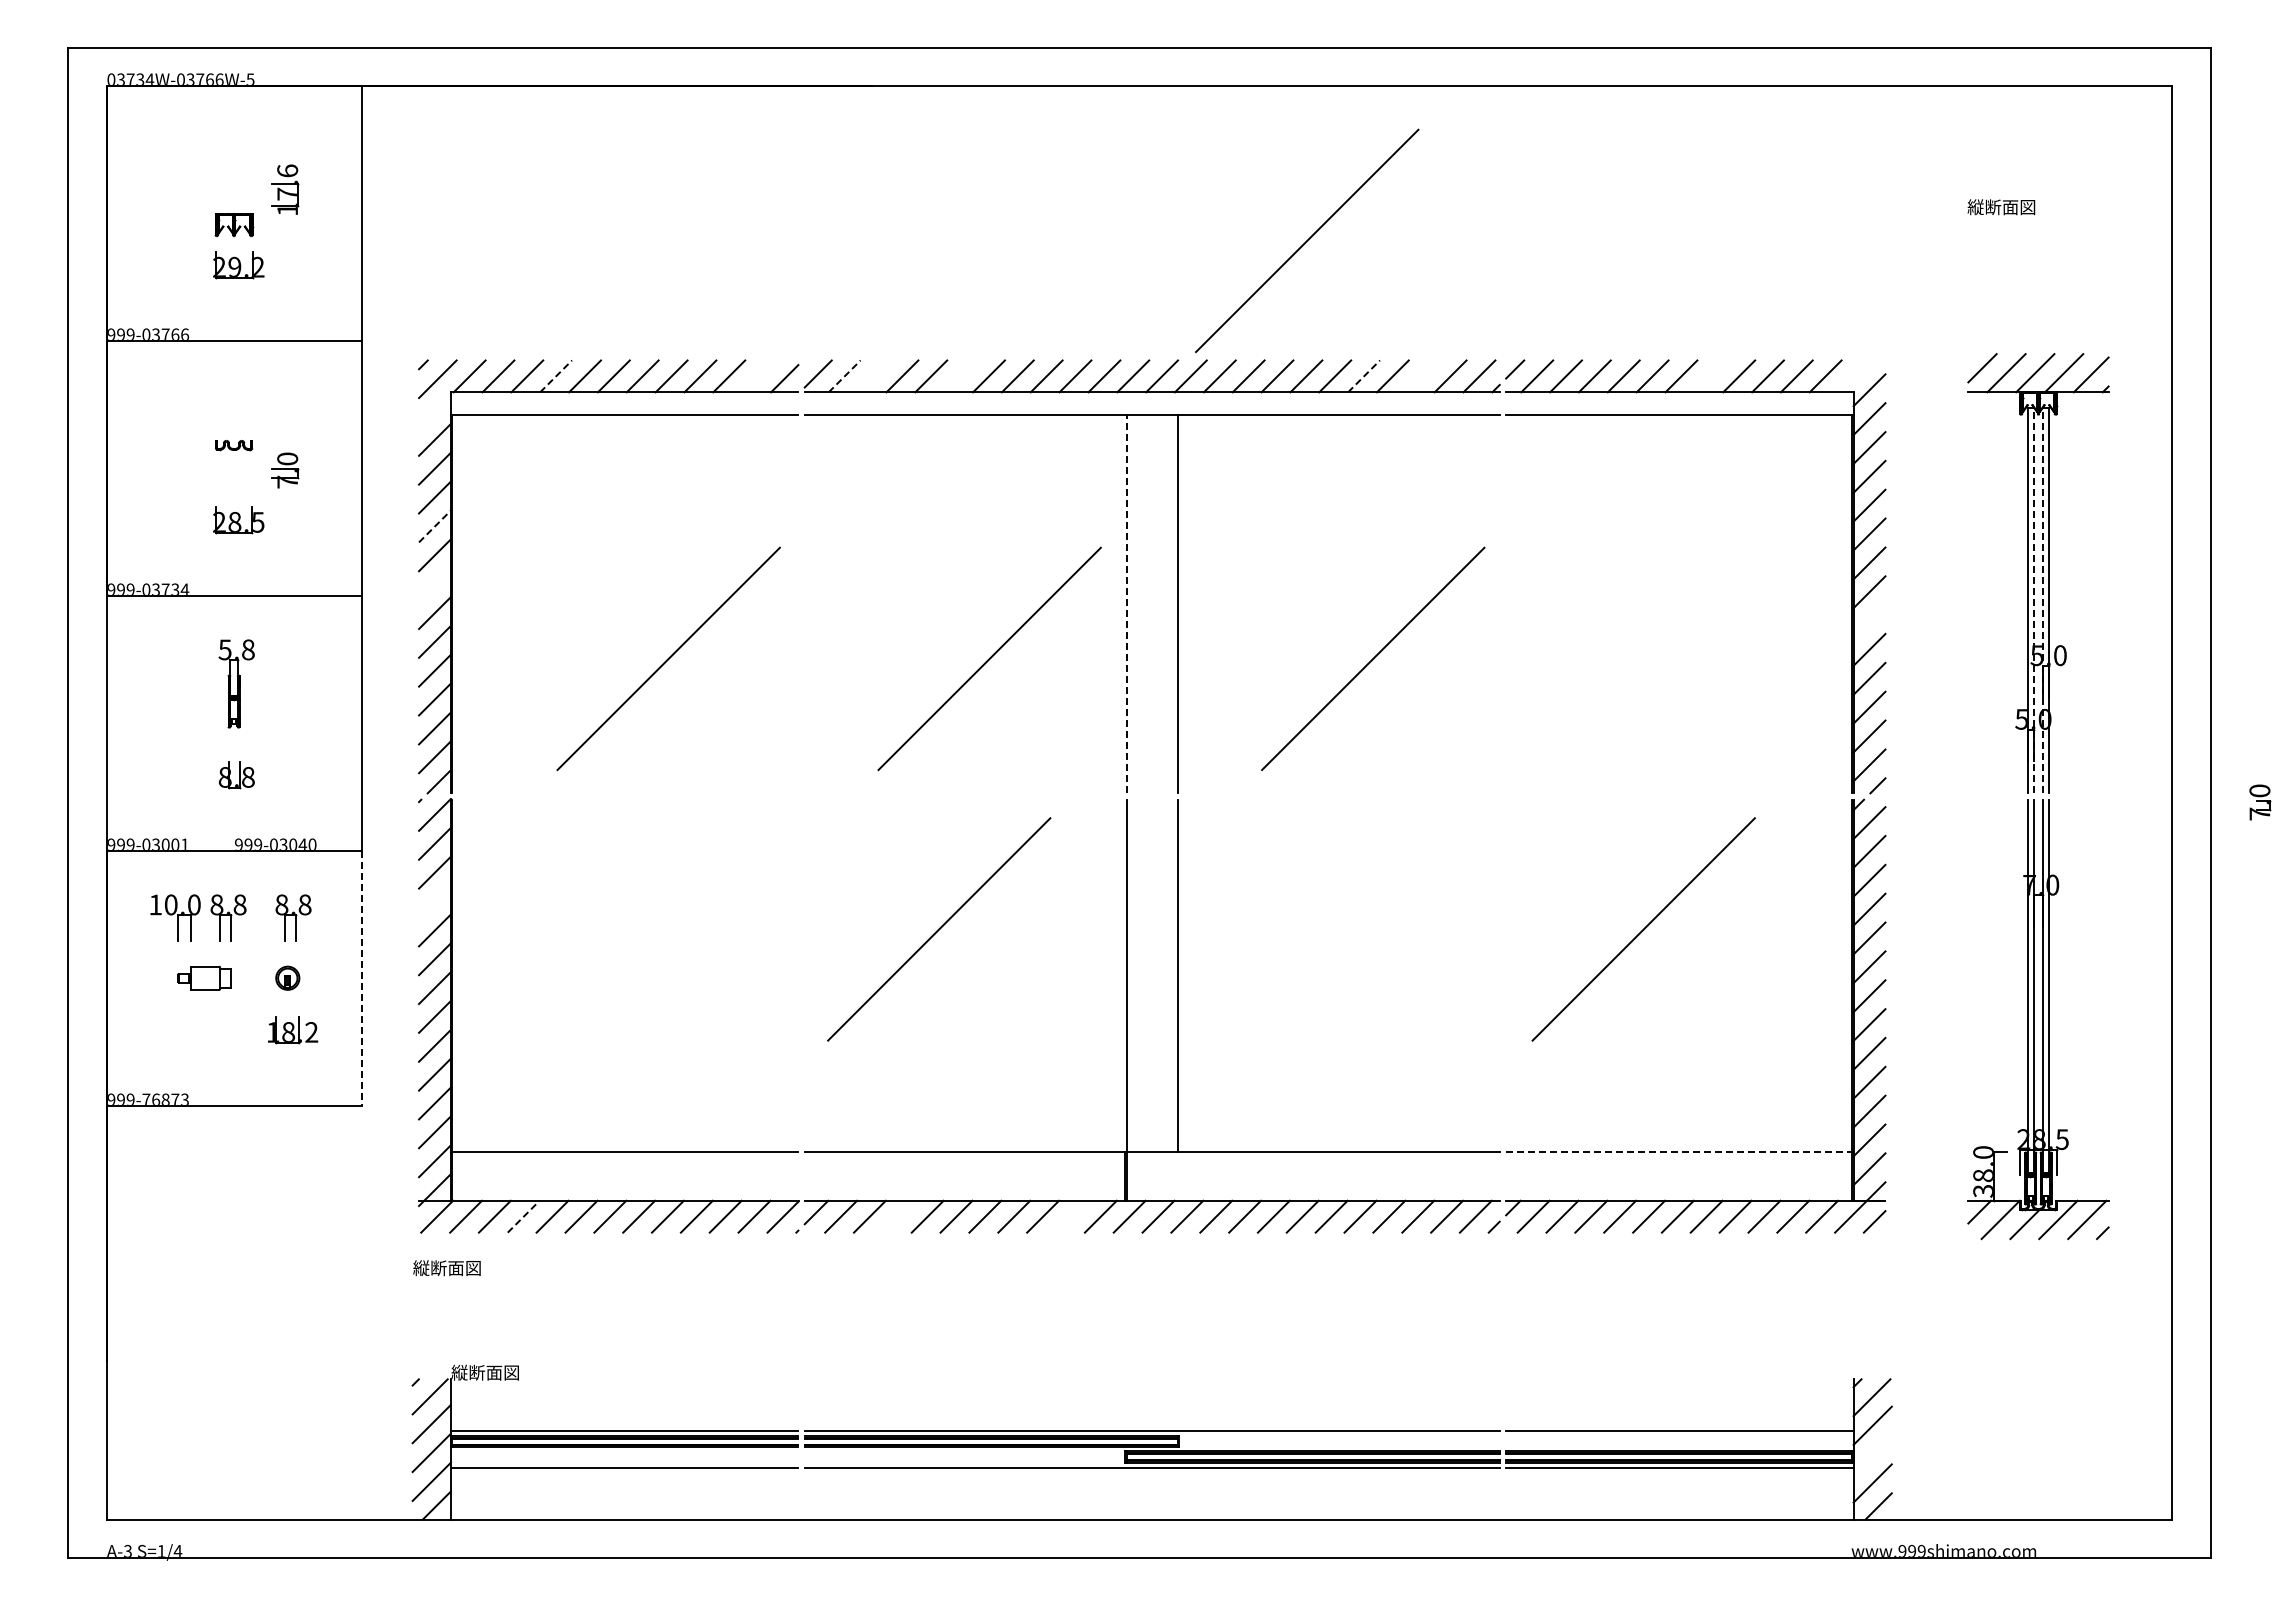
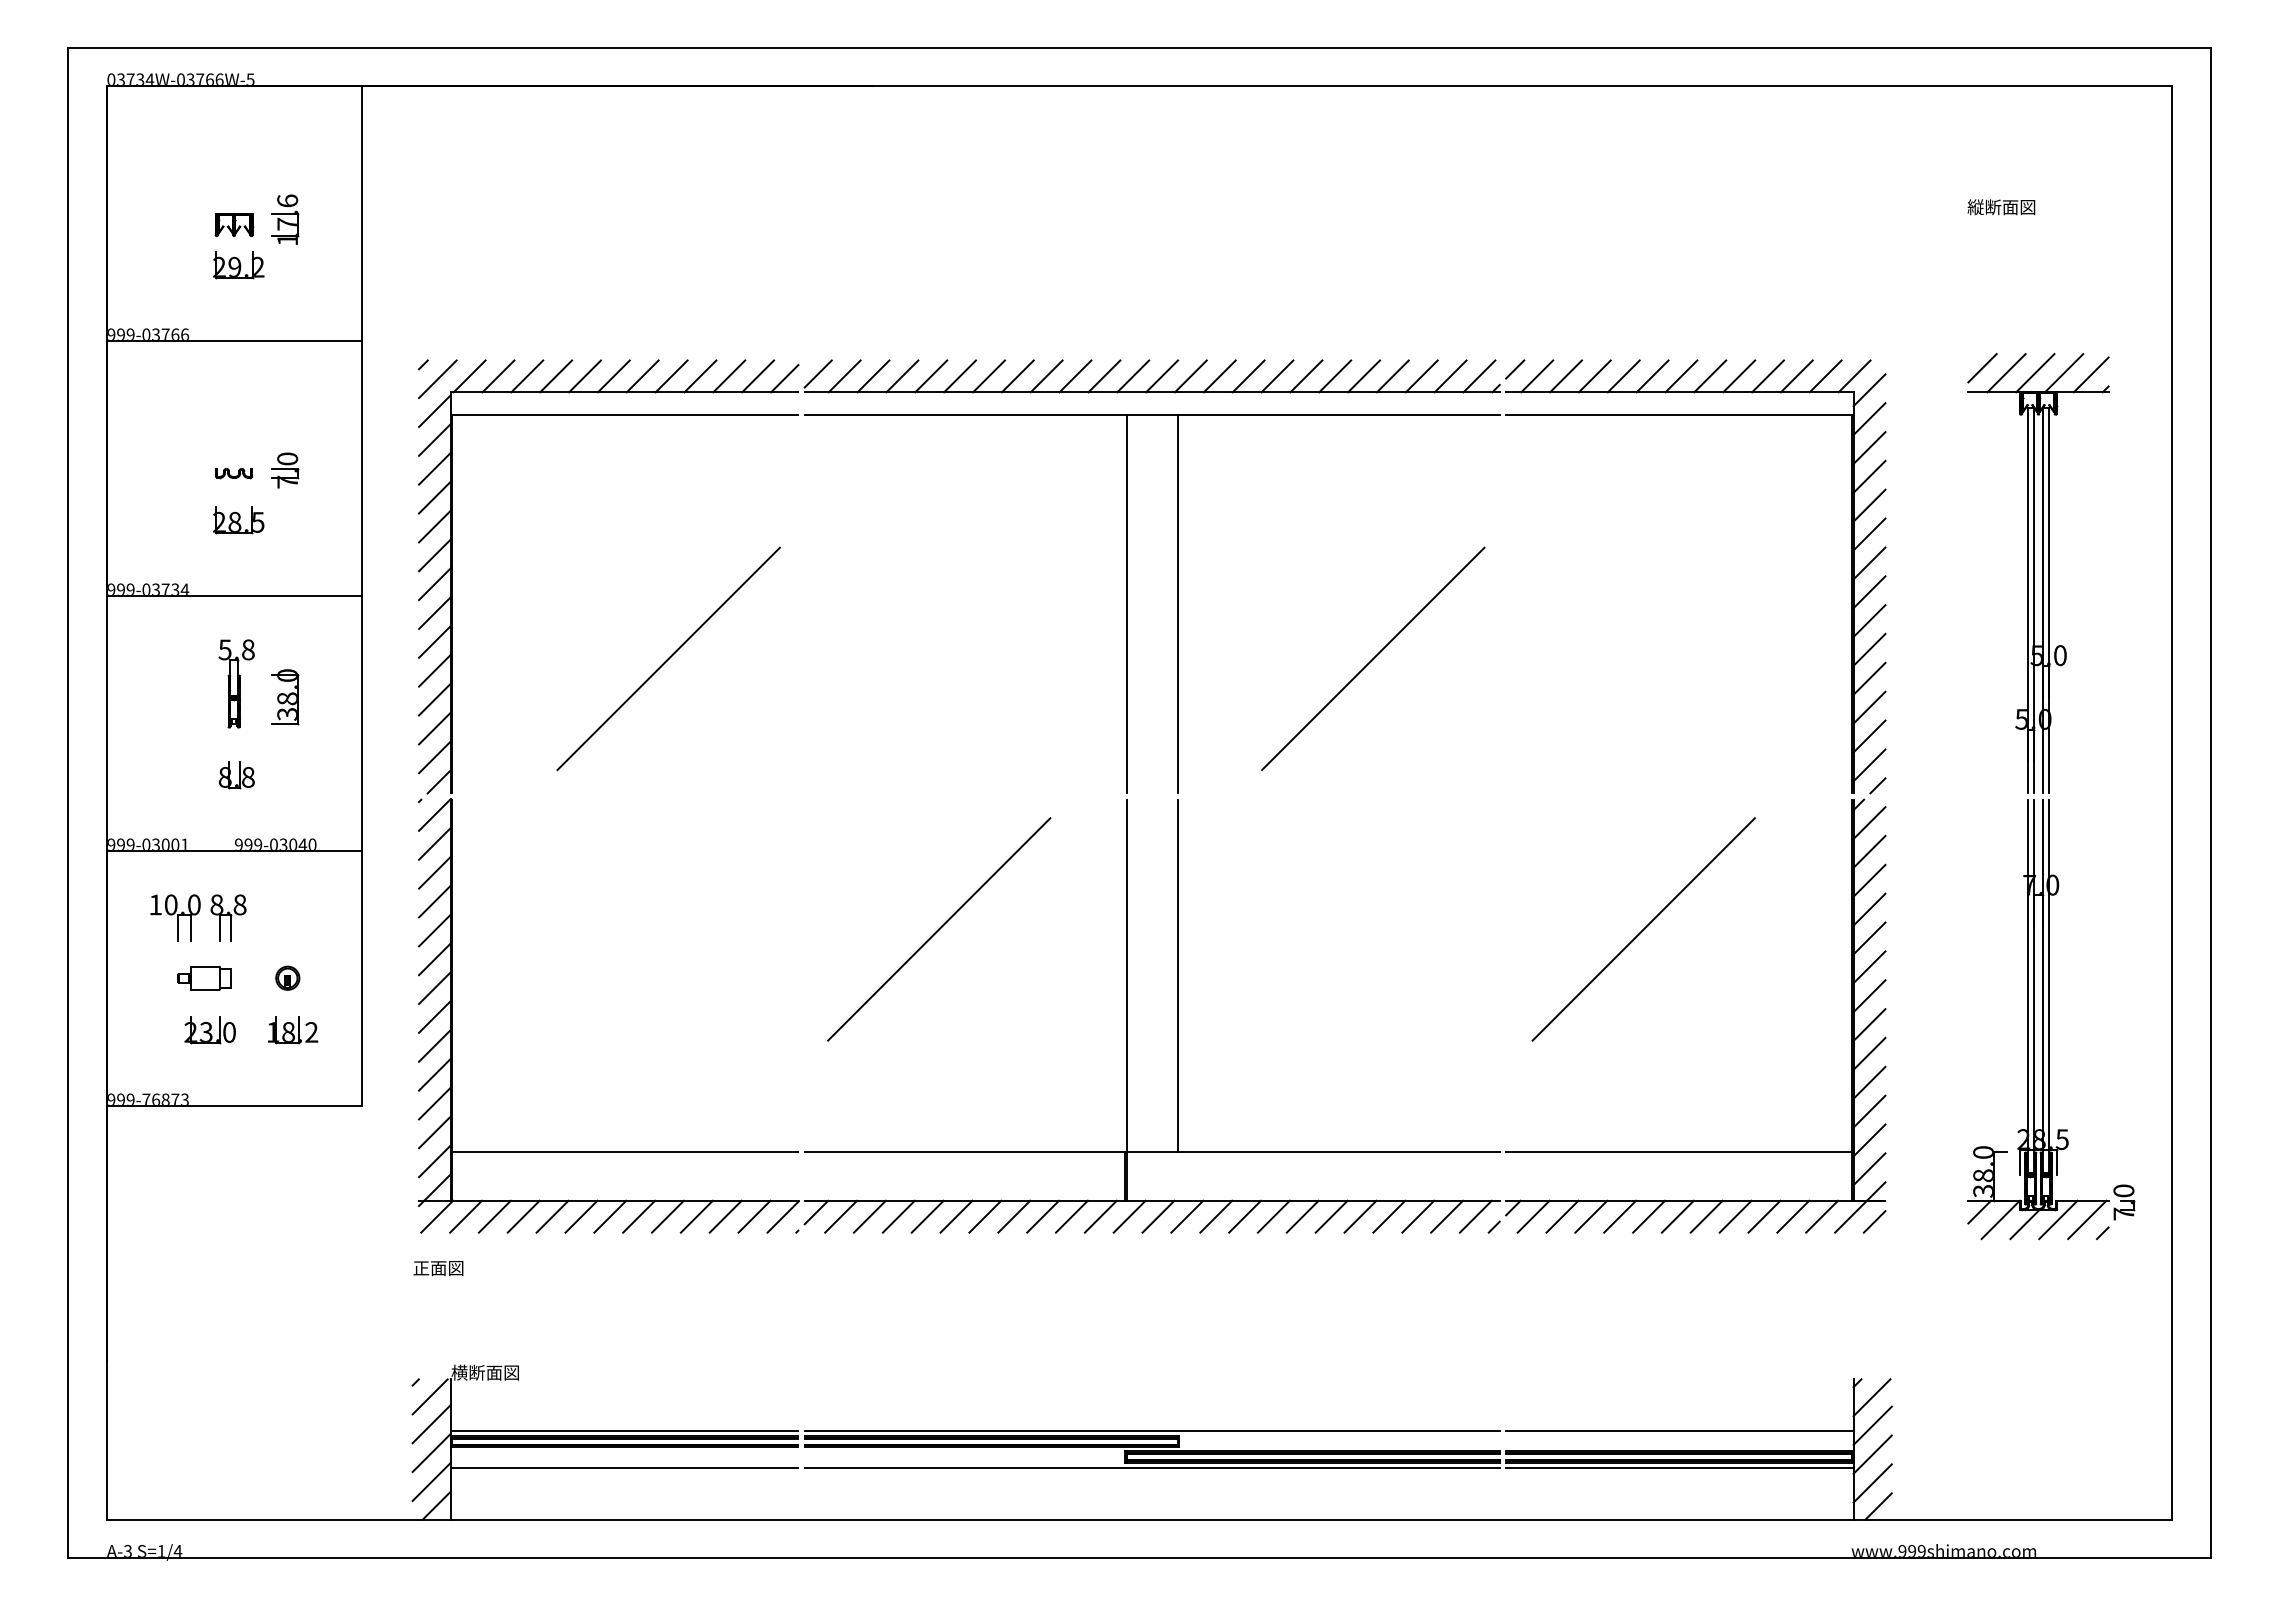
part at (285, 189) position: (285, 189) -> (285, 219)
line at (1307, 240): present -> none
line at (556, 376): dashed -> solid
line at (758, 376): none -> present
line at (844, 376): dashed -> solid
line at (873, 376): none -> present
line at (960, 376): none -> present
line at (1364, 376): dashed -> solid
line at (1421, 376): none -> present
line at (1710, 376): none -> present
line at (1854, 376): none -> present
line at (434, 411): none -> present
part at (234, 445) position: (234, 445) -> (234, 473)
line at (434, 526): dashed -> solid
line at (434, 584): none -> present
line at (2034, 600): dashed -> solid
line at (2042, 600): dashed -> solid
line at (1126, 603): dashed -> solid
line at (1869, 621): none -> present
line at (989, 658): present -> none
part at (285, 697): none -> present
part at (2260, 802) position: (2260, 802) -> (2124, 1202)
line at (434, 901): none -> present
part at (293, 917): present -> none
line at (361, 978): dashed -> solid
part at (209, 1030): none -> present
line at (1679, 1152): dashed -> solid
line at (523, 1216): dashed -> solid
line at (898, 1216): none -> present
line at (1071, 1216): none -> present
text at (446, 1268): 縦断面図 -> 正面図
text at (459, 1372): 縦断面図 -> 横断面図
line at (1872, 1454): none -> present
